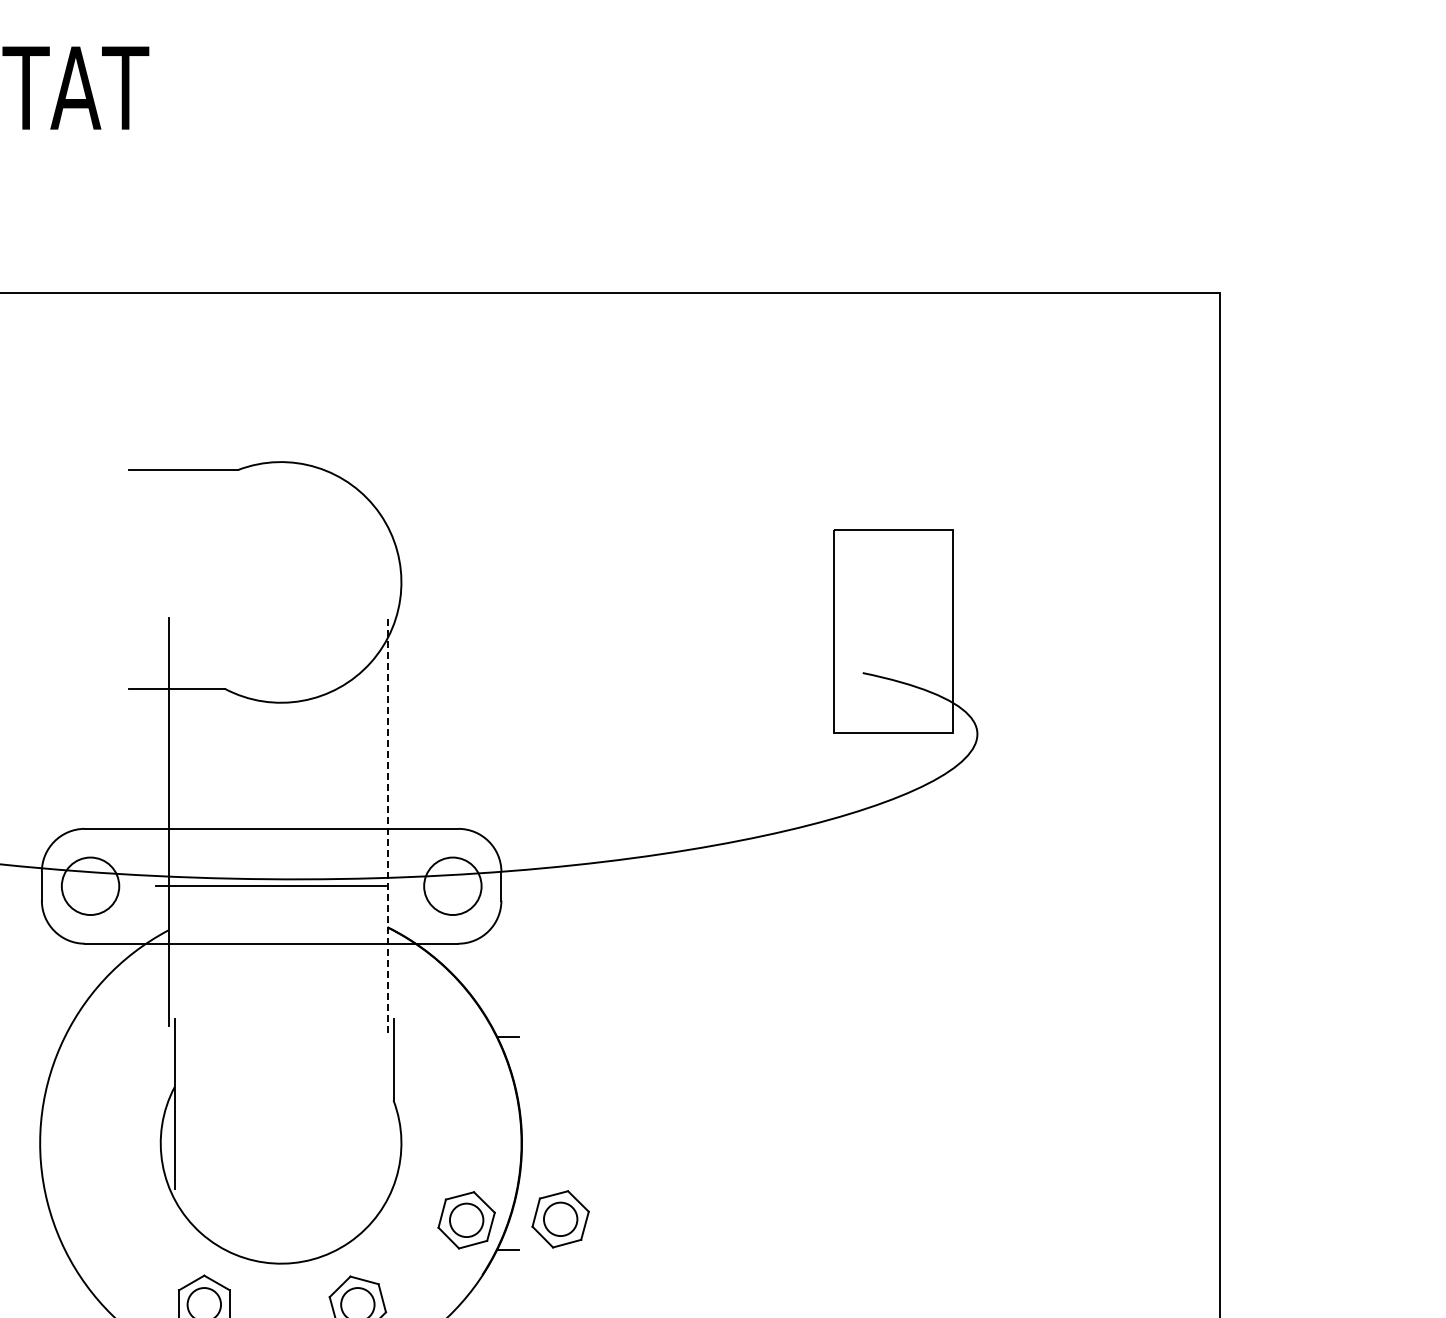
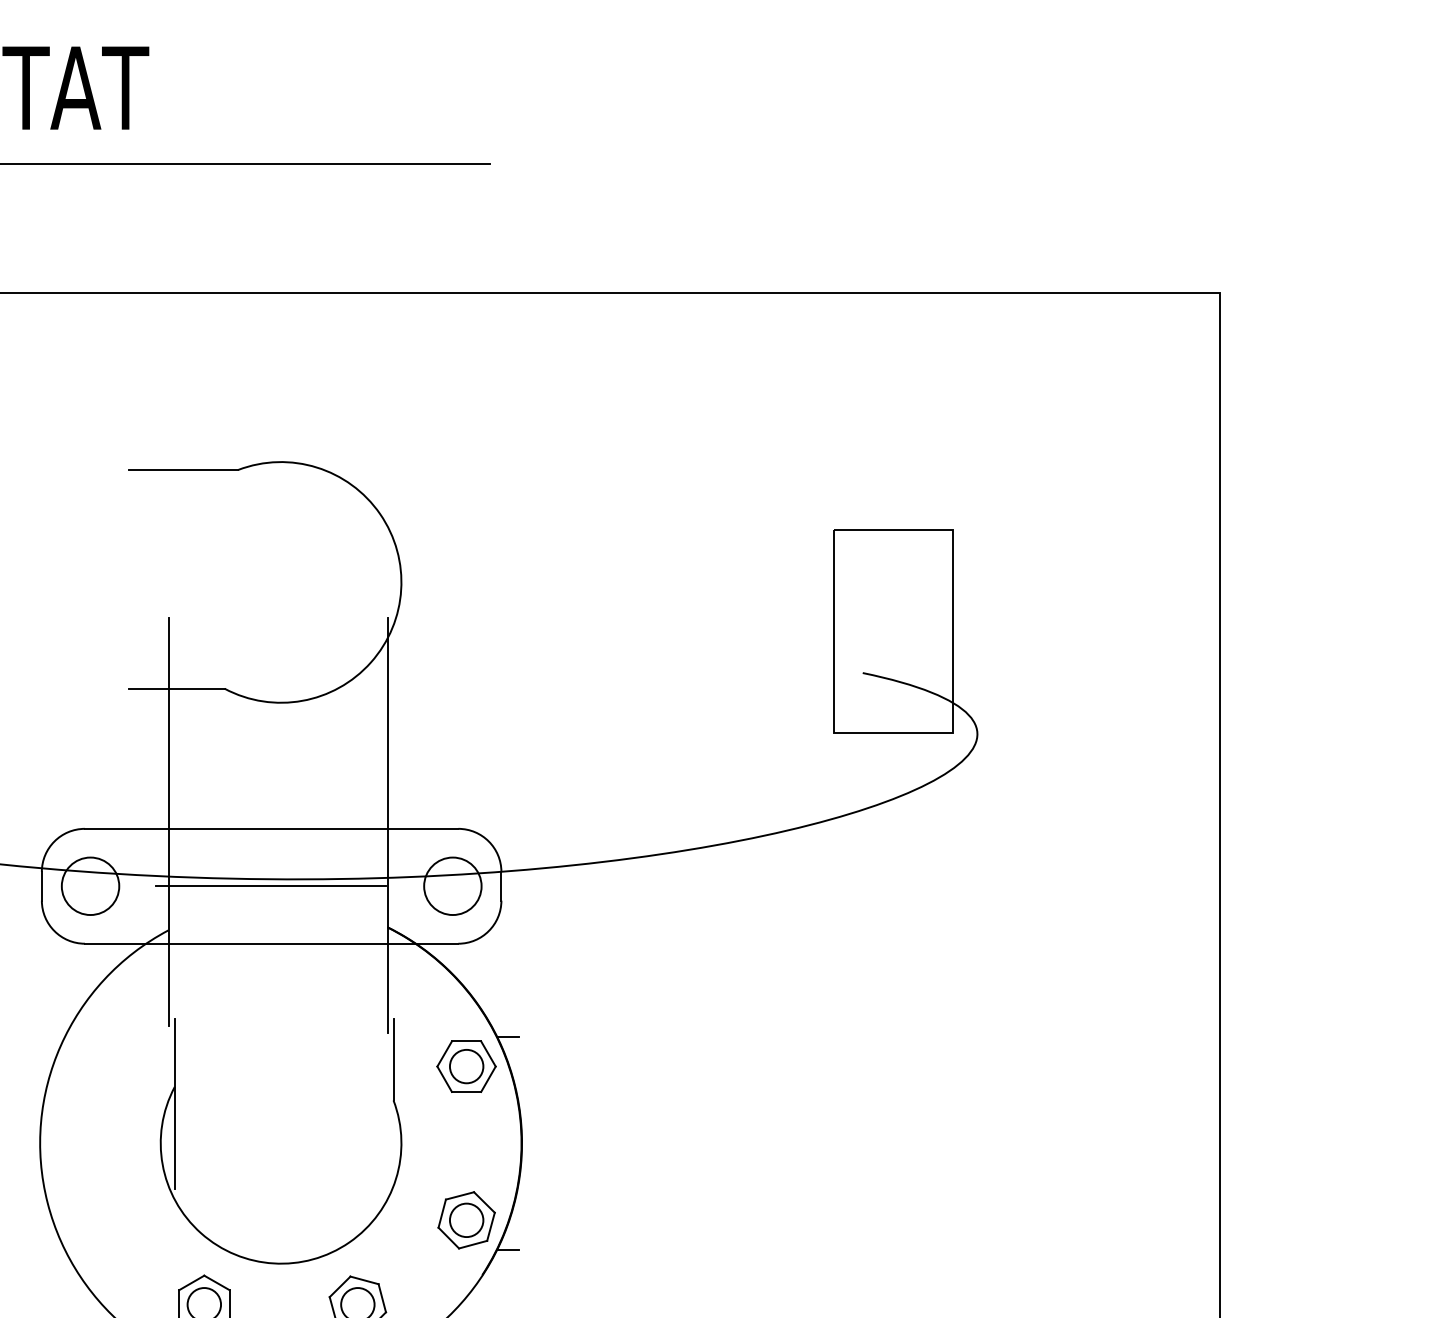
line at (245, 164): none -> present
line at (387, 825): dashed -> solid
part at (466, 1066): none -> present
part at (560, 1219): present -> none
